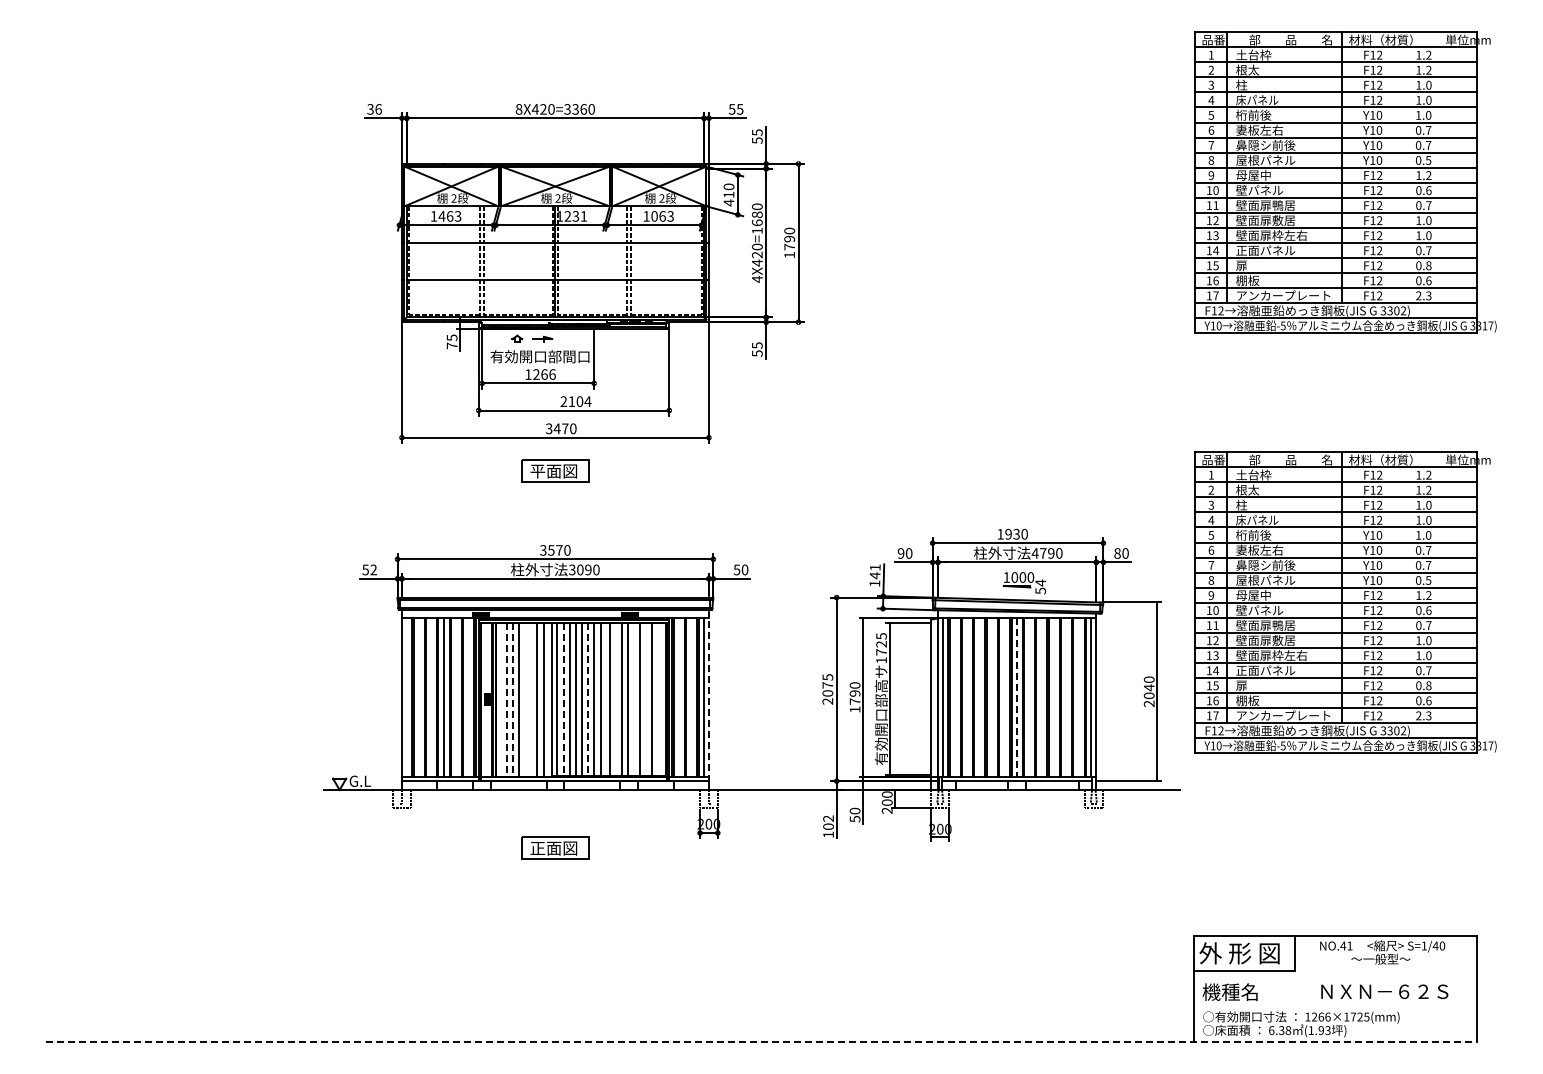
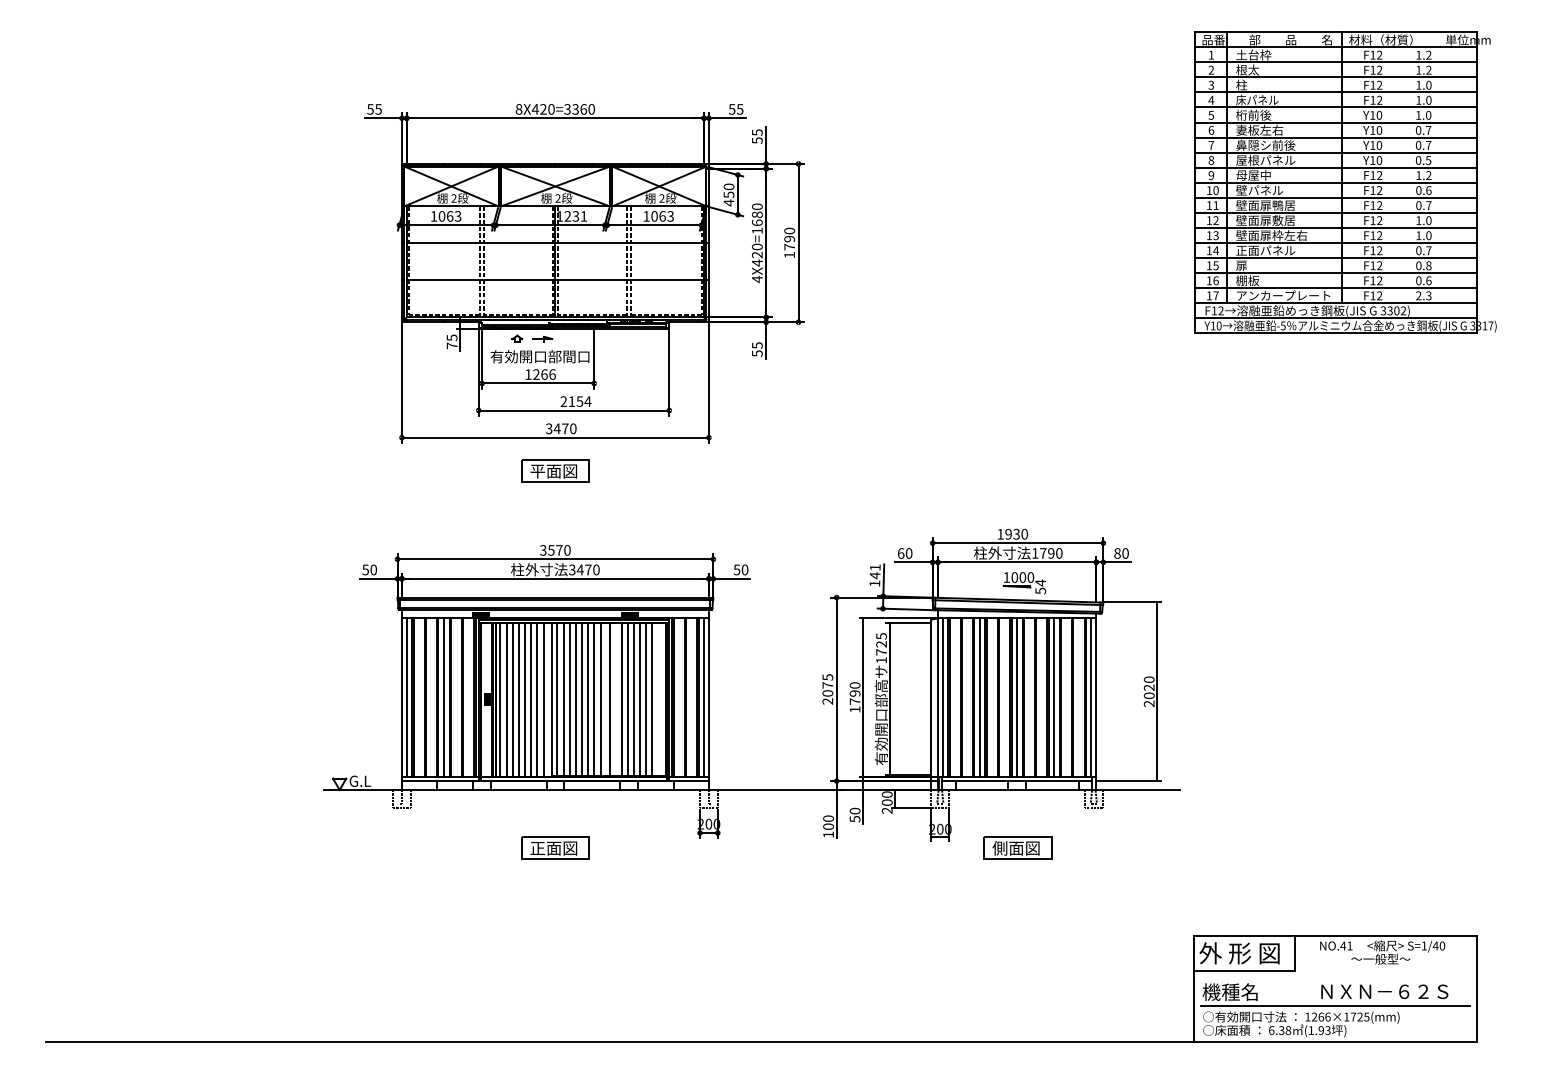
text at (374, 109): 36 -> 55
text at (728, 194): 410 -> 450
text at (441, 216): 1463 -> 1063
text at (579, 401): 2104 -> 2154
text at (900, 553): 90 -> 60
text at (1034, 553): 4790 -> 1790
text at (373, 569): 52 -> 50
text at (583, 569): 3090 -> 3470
part at (1345, 602): present -> none
text at (1148, 687): 2040 -> 2020
line at (406, 697): none -> present
line at (979, 697): none -> present
line at (1054, 697): none -> present
line at (1017, 698): dashed -> solid
line at (500, 699): none -> present
line at (525, 699): none -> present
line at (531, 699): none -> present
line at (633, 699): none -> present
line at (646, 699): none -> present
line at (506, 700): dashed -> solid
line at (512, 700): dashed -> solid
line at (563, 700): dashed -> solid
line at (588, 700): dashed -> solid
line at (708, 700): dashed -> solid
text at (828, 818): 102 -> 100
part at (1017, 847): none -> present
line at (1334, 1006): none -> present
line at (761, 1041): dashed -> solid
